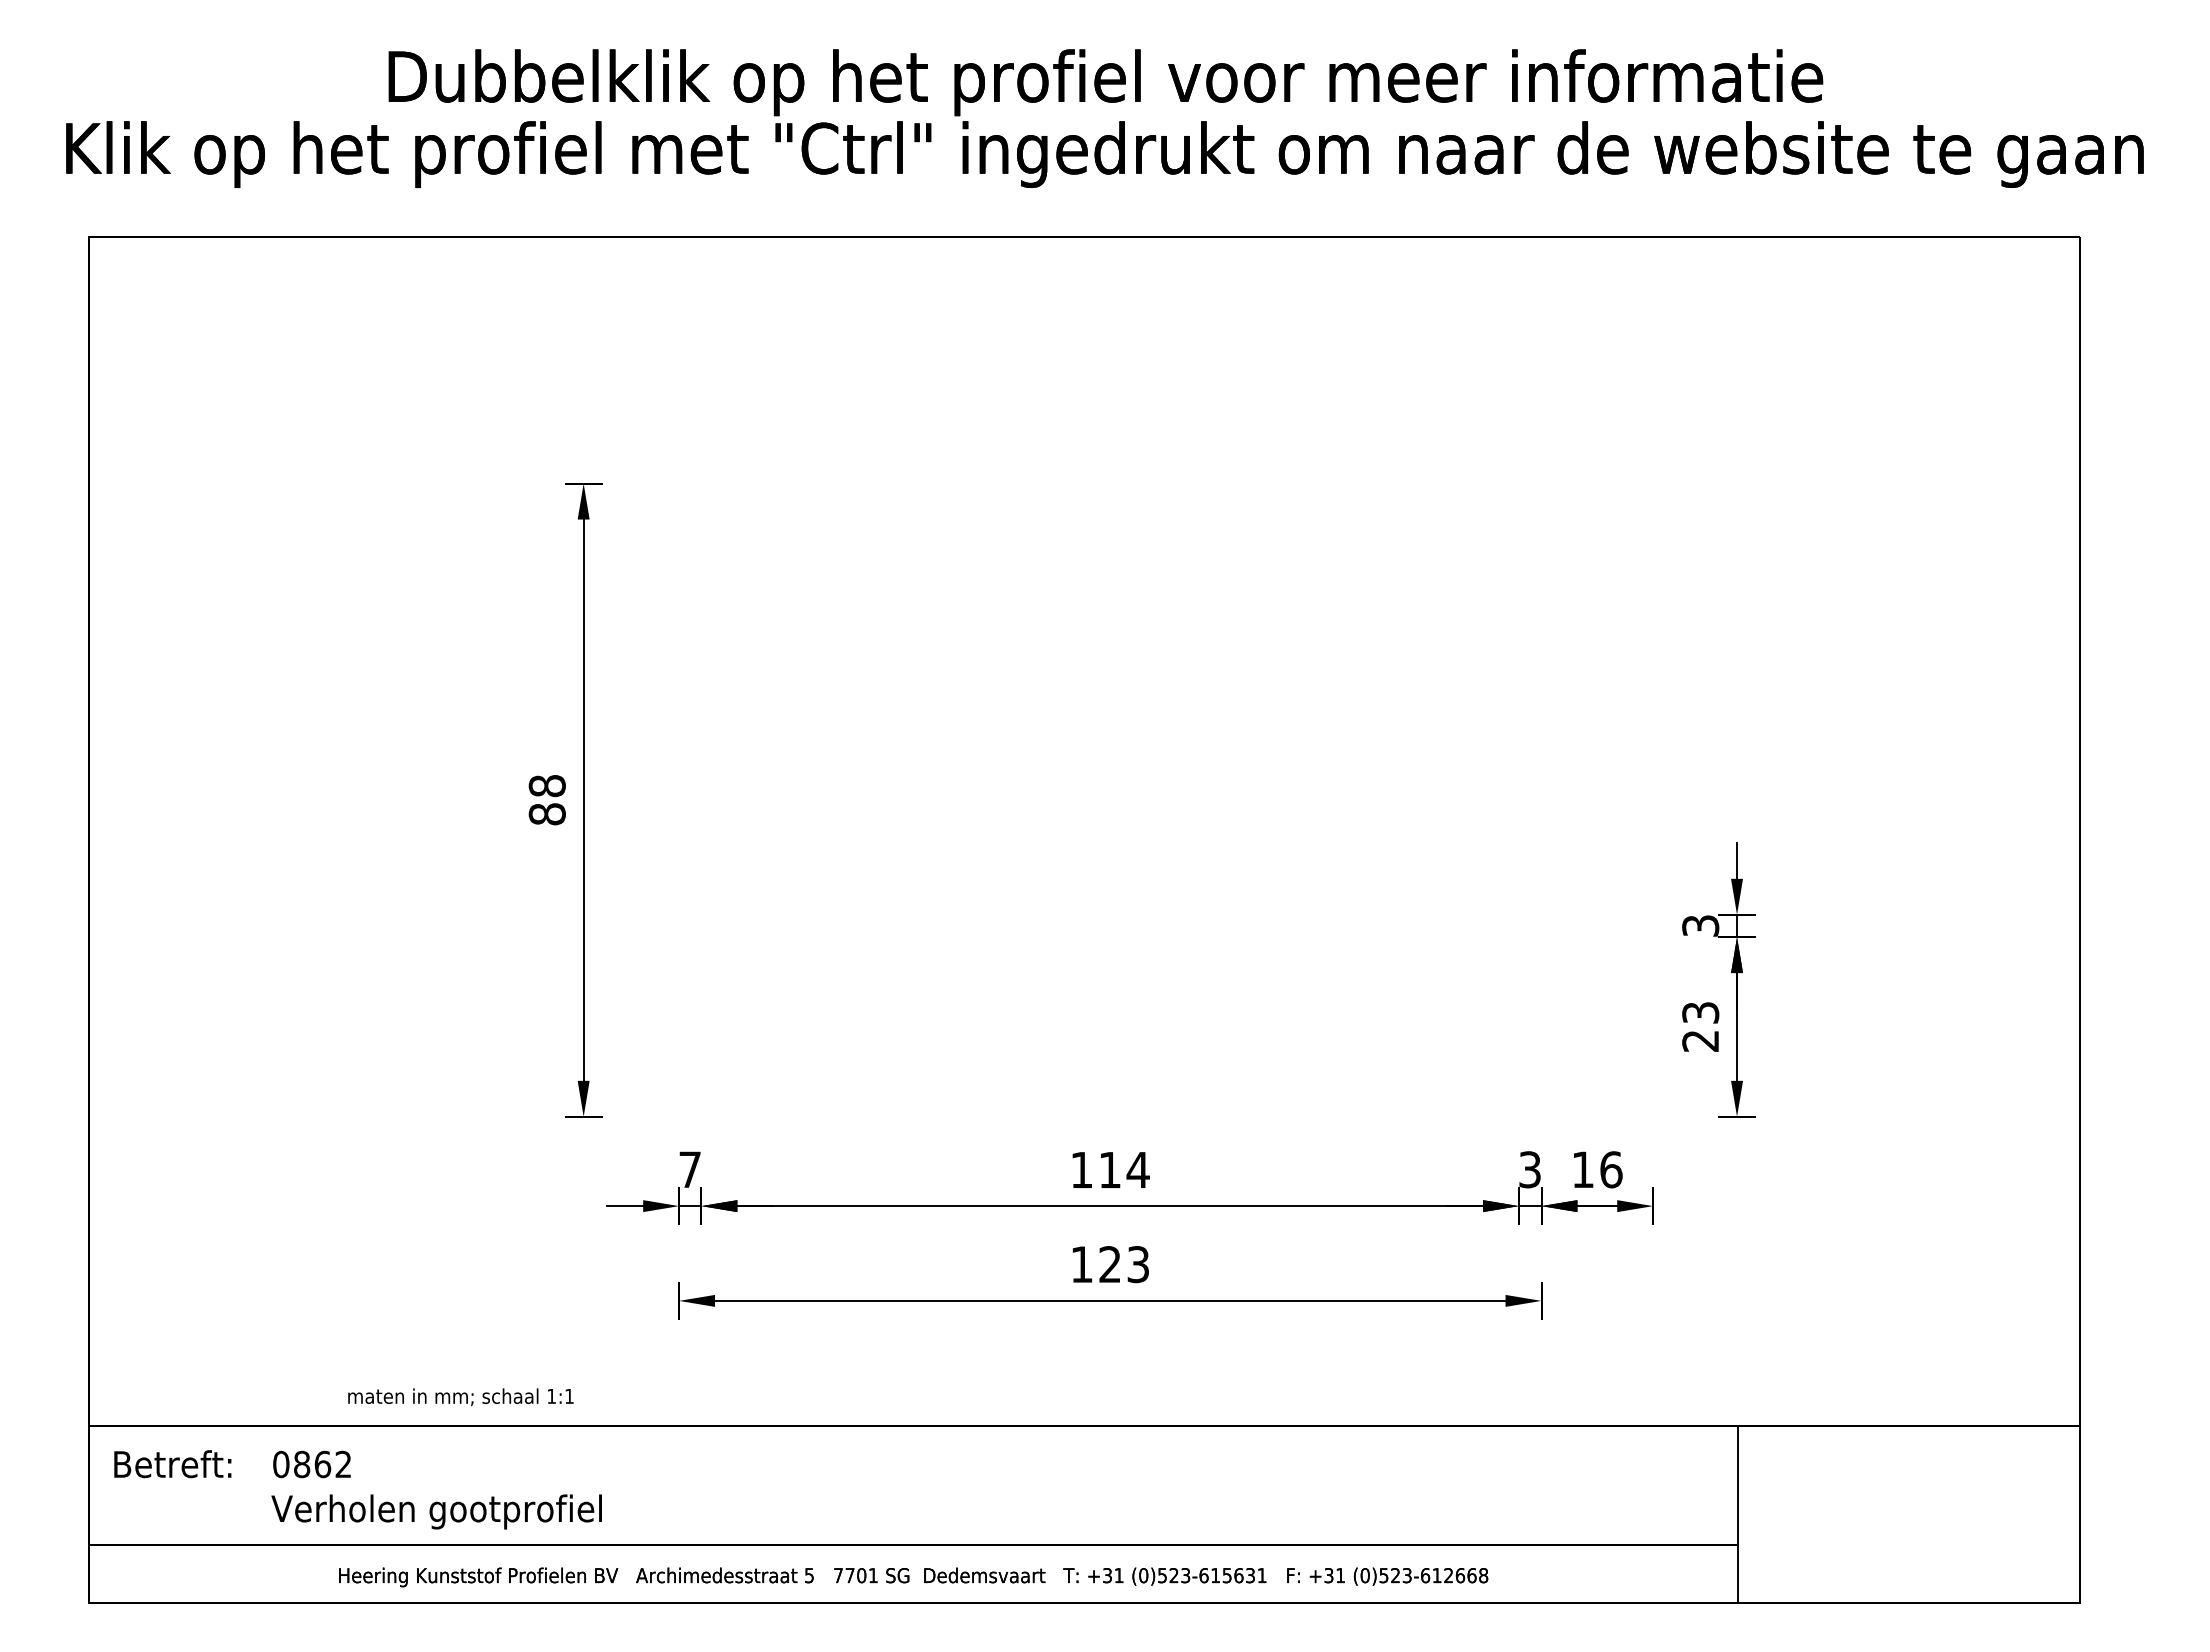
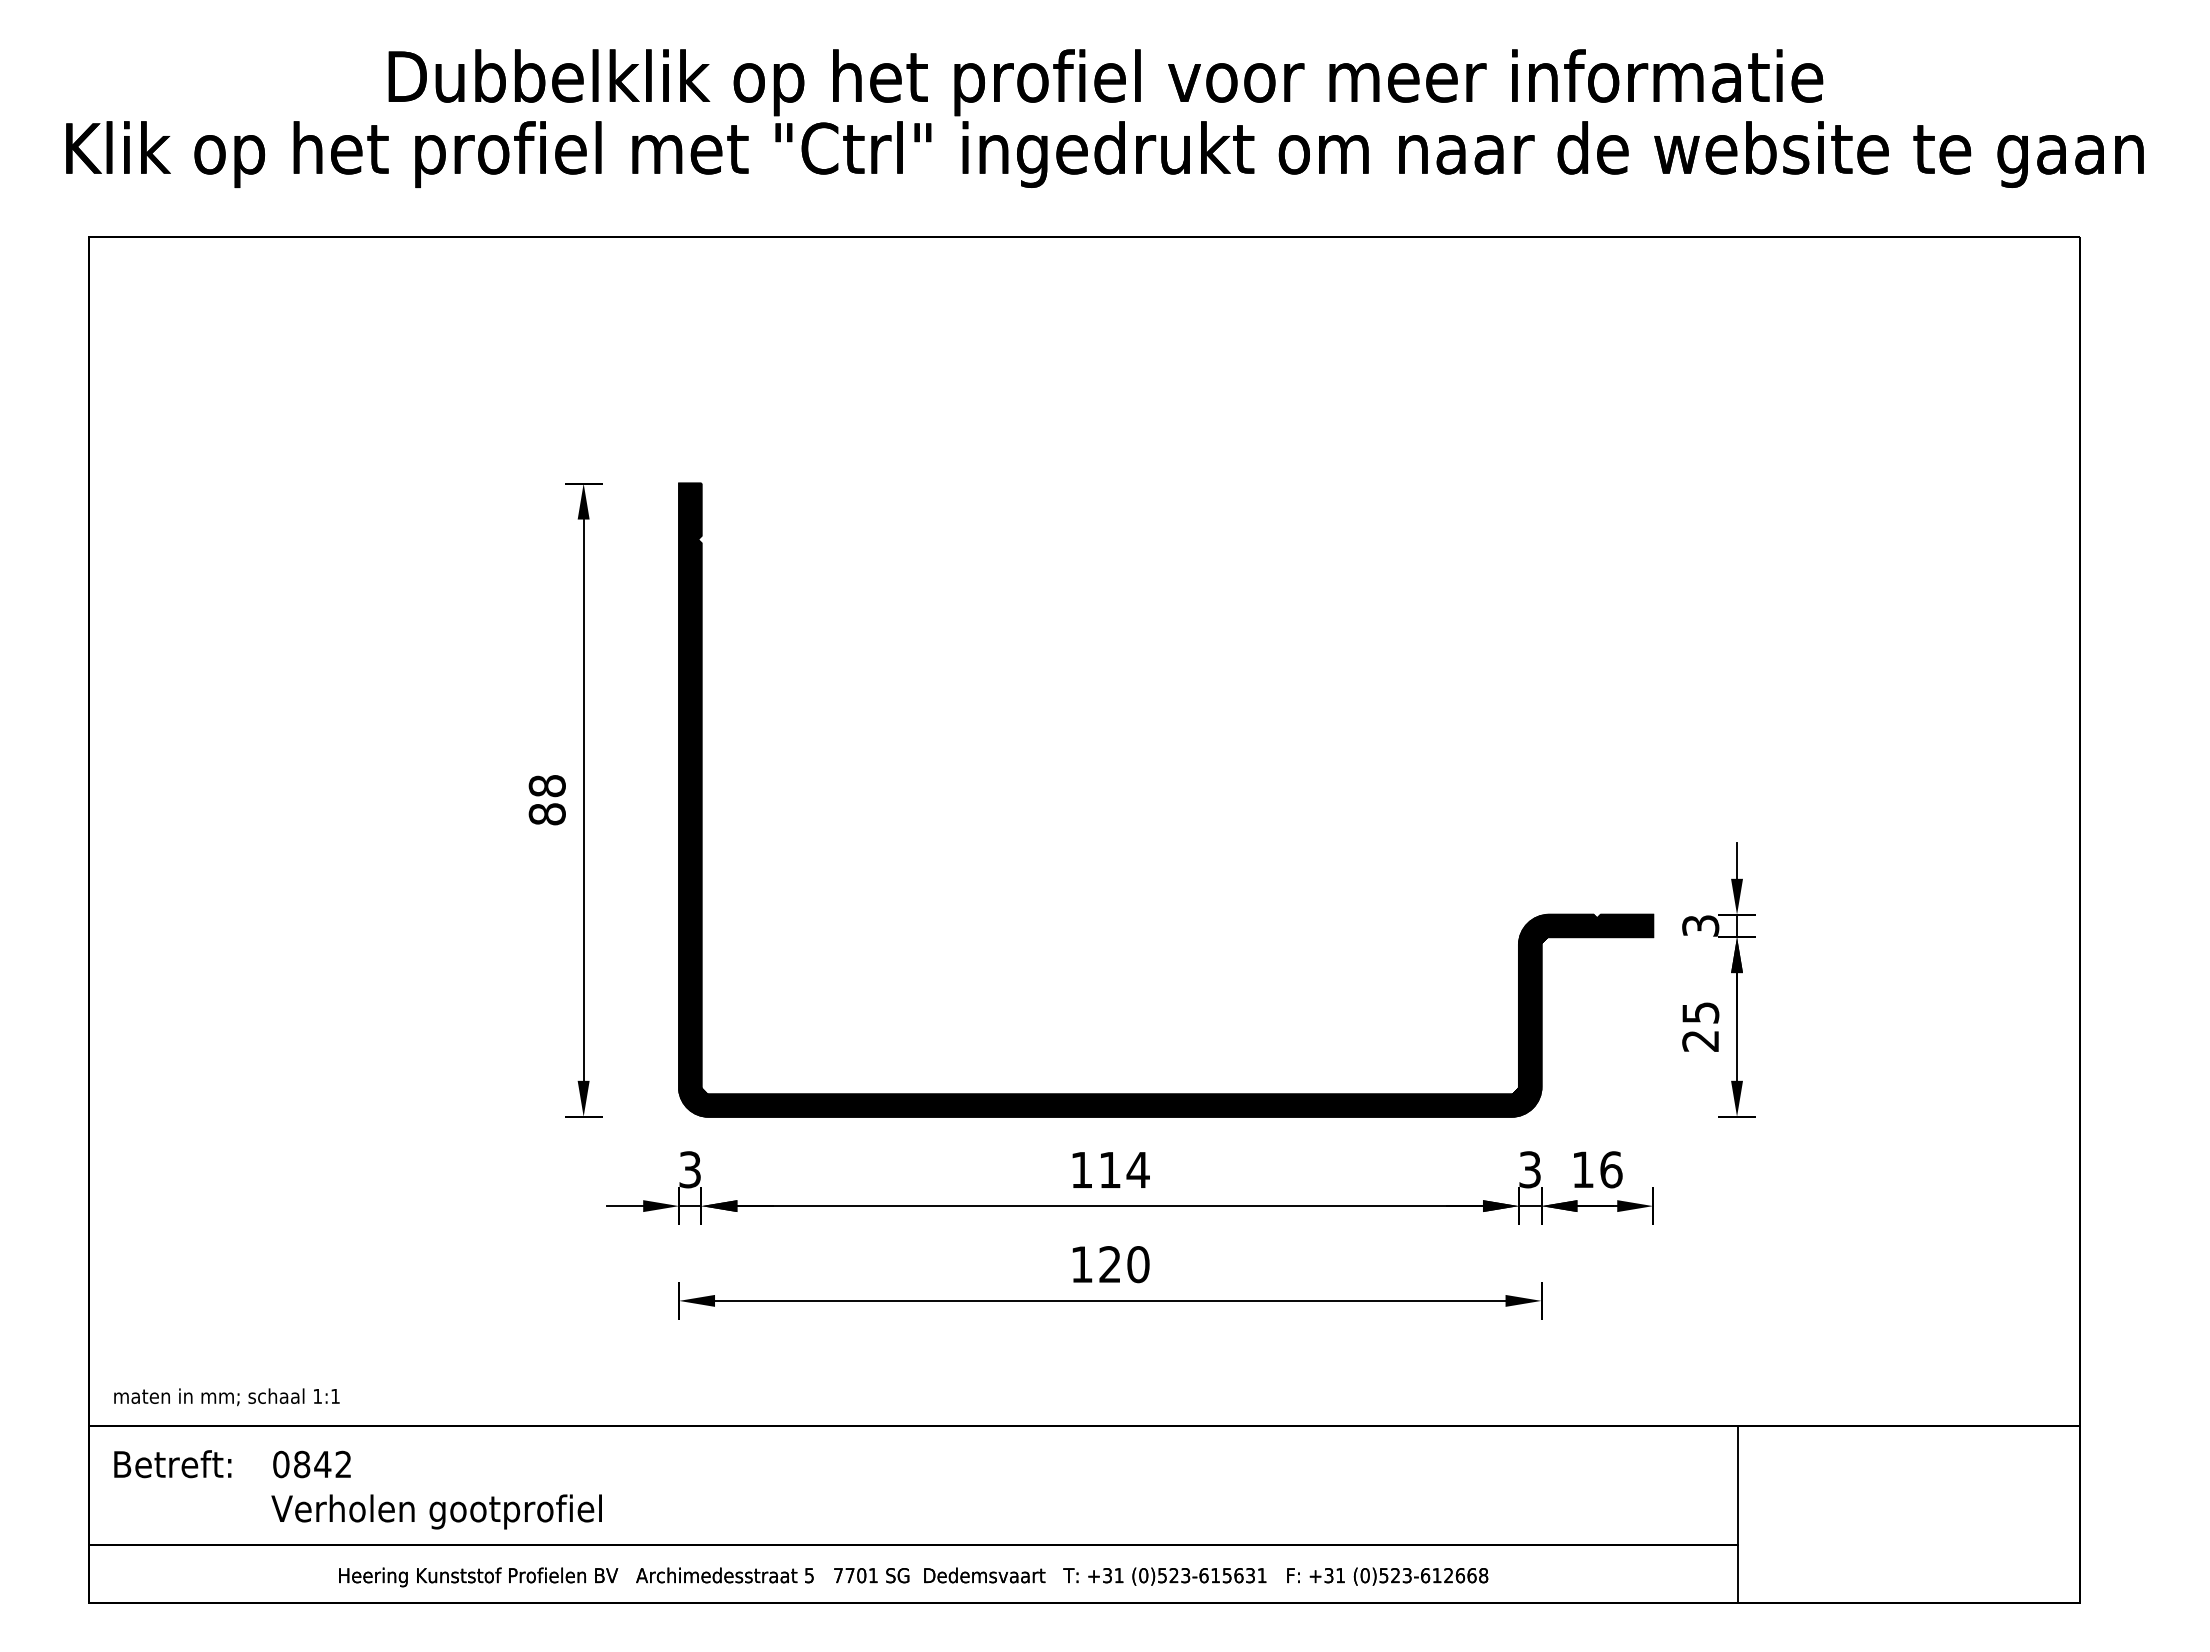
text at (1700, 1012): 23 -> 25
part at (1166, 1093): none -> present
text at (689, 1169): 7 -> 3
text at (1138, 1264): 123 -> 120
text at (460, 1397) position: (460, 1397) -> (226, 1397)
text at (322, 1464): 0862 -> 0842
